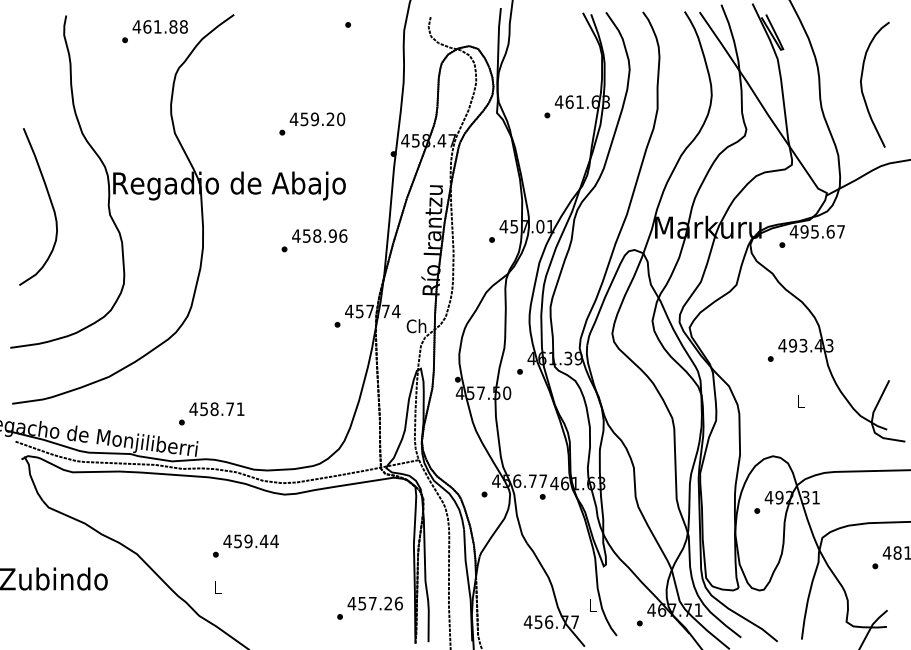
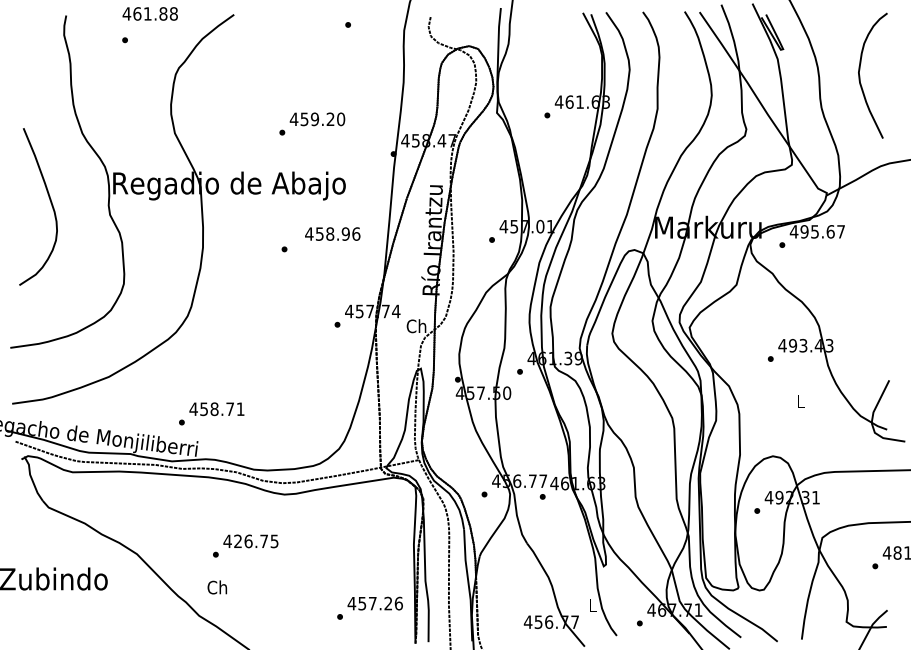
text at (159, 26) position: (159, 26) -> (149, 13)
curve at (862, 84) position: (862, 84) -> (860, 75)
text at (319, 235) position: (319, 235) -> (332, 233)
text at (256, 541): 459.44 -> 426.75
text at (217, 587): L -> Ch
